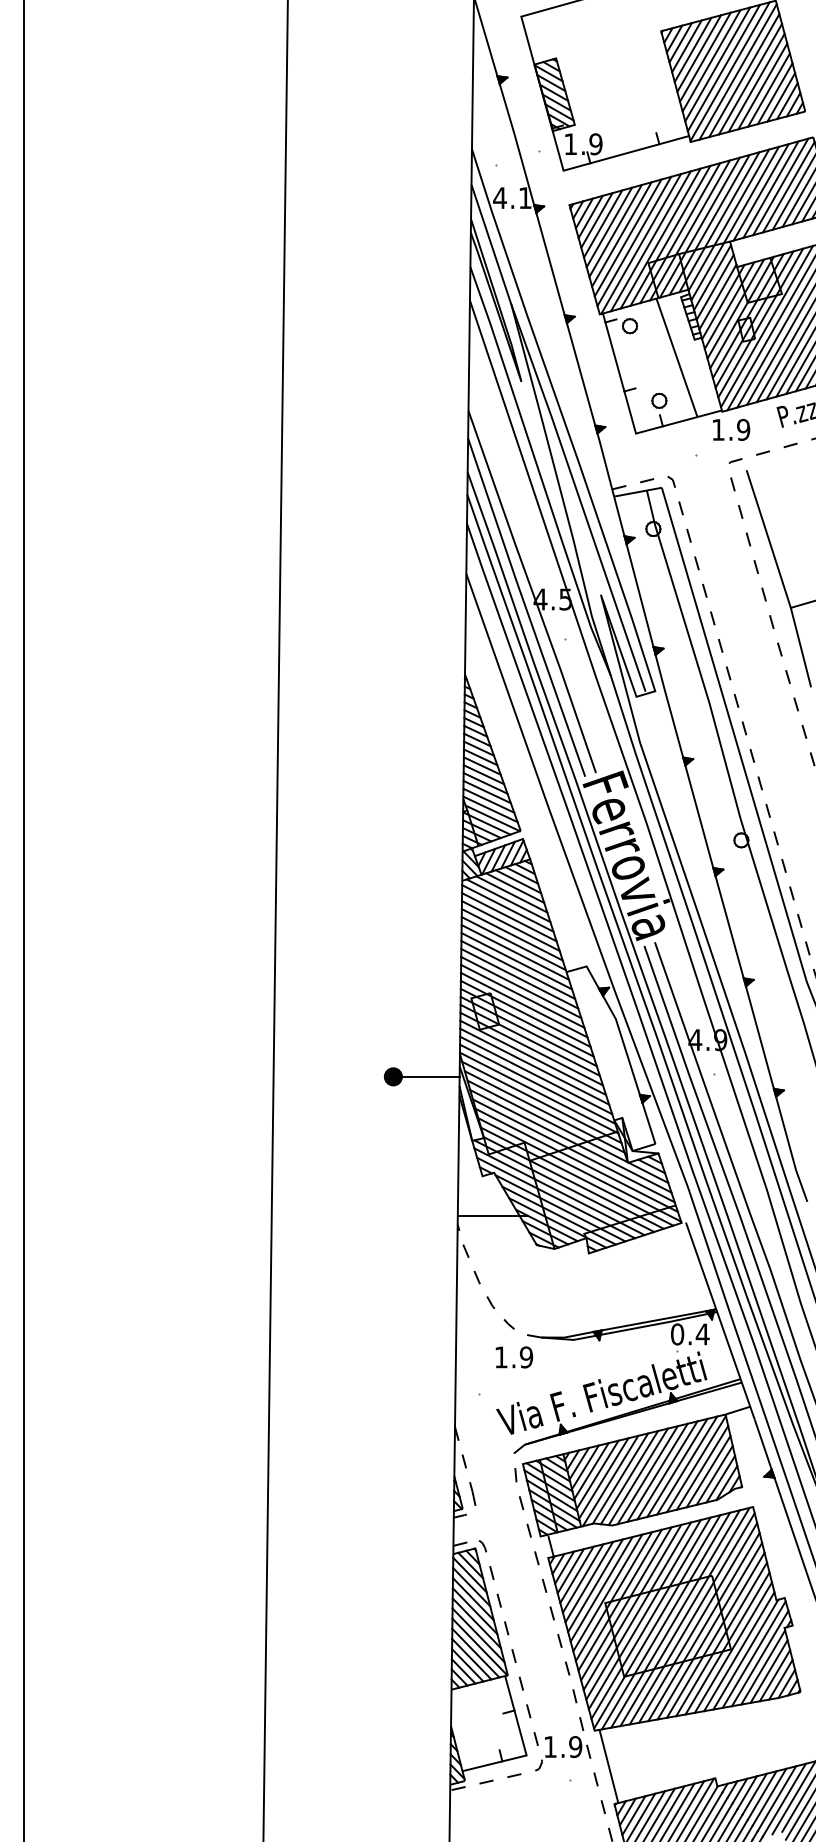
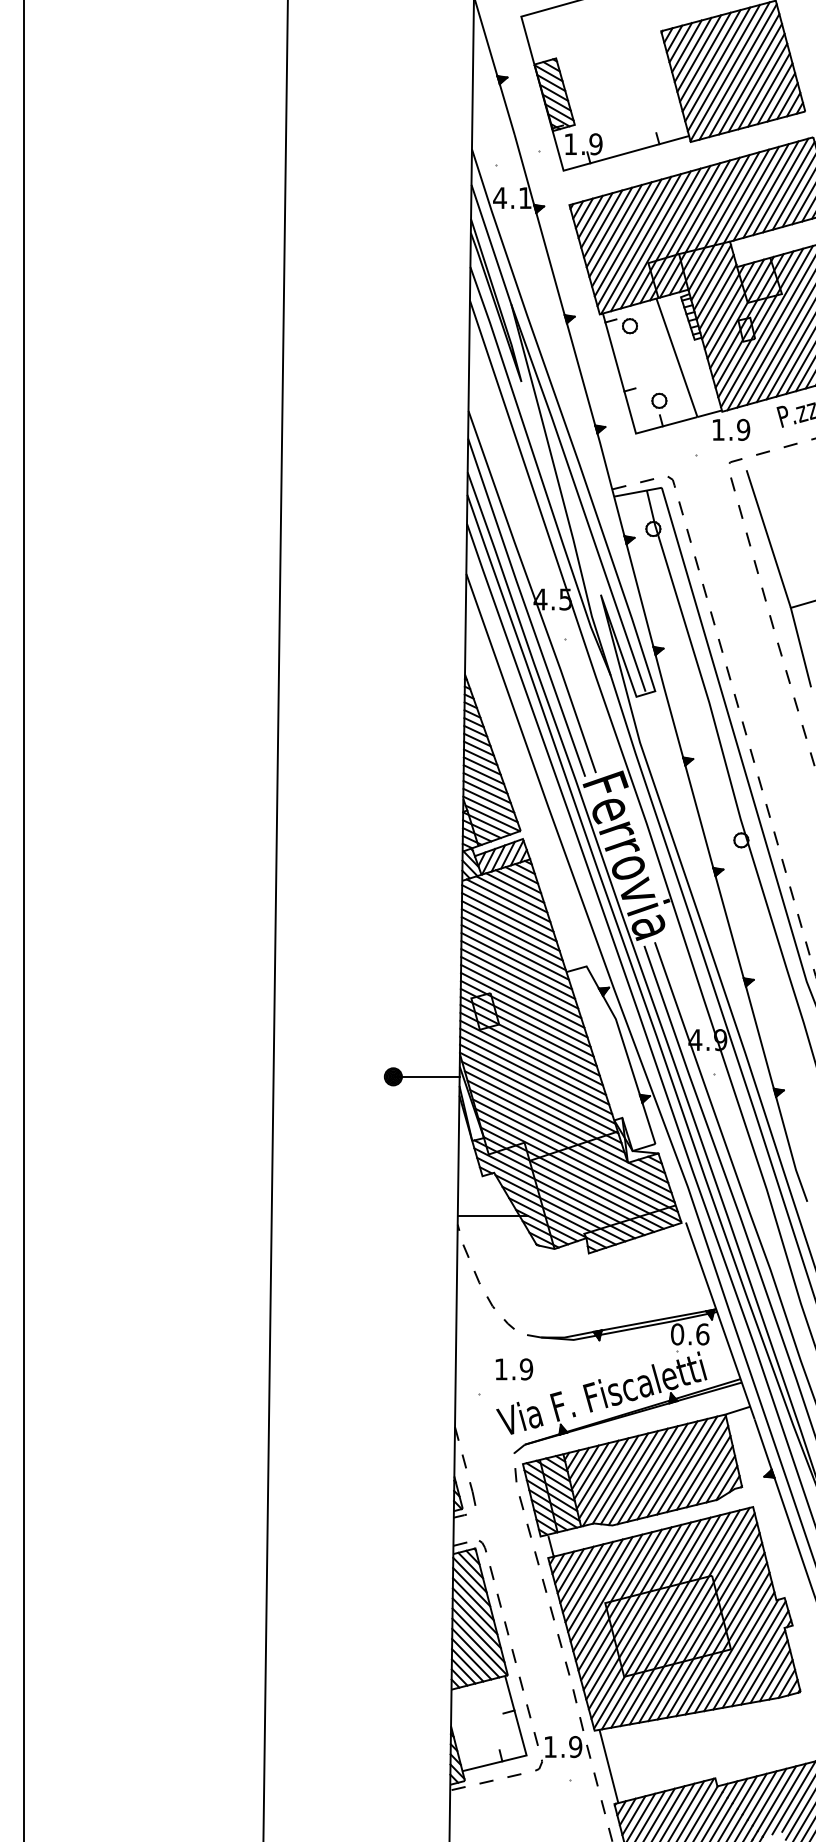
text at (702, 1334): 0.4 -> 0.6
text at (514, 1357) position: (514, 1357) -> (514, 1369)
